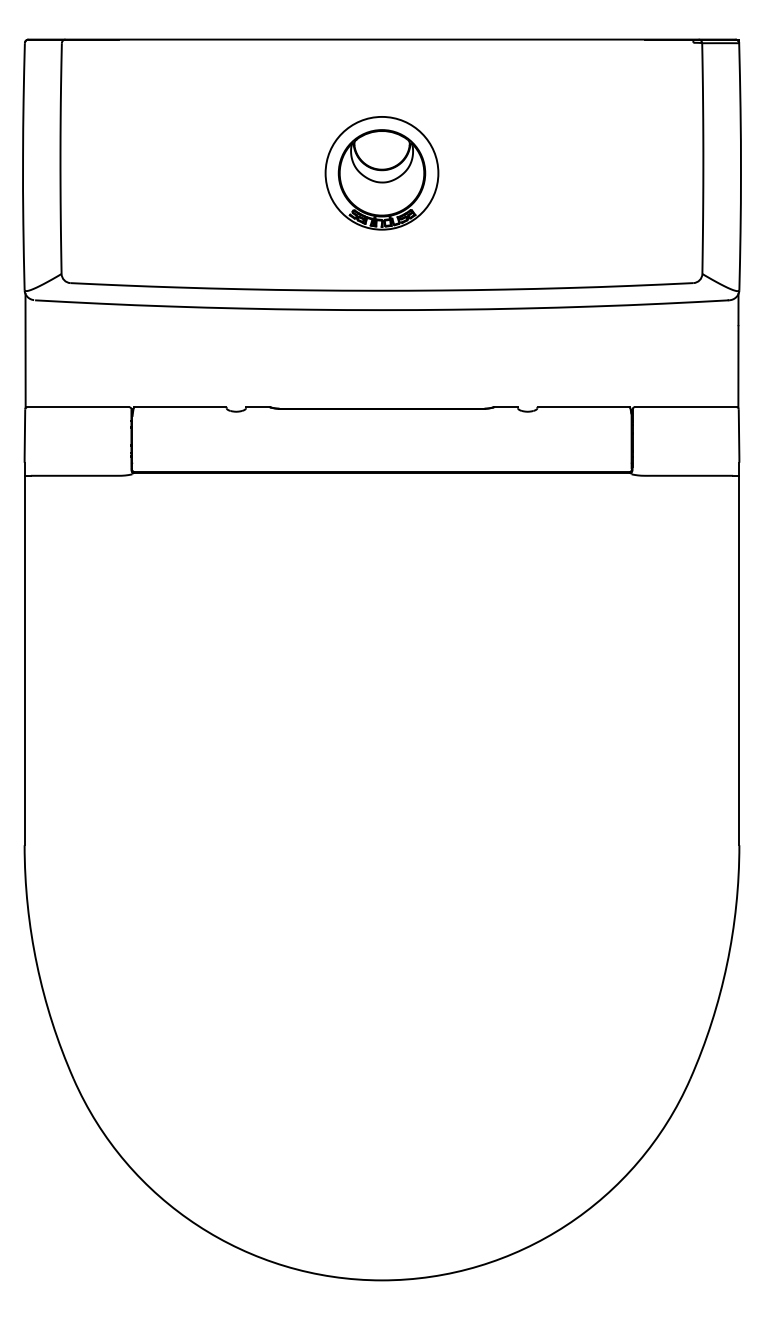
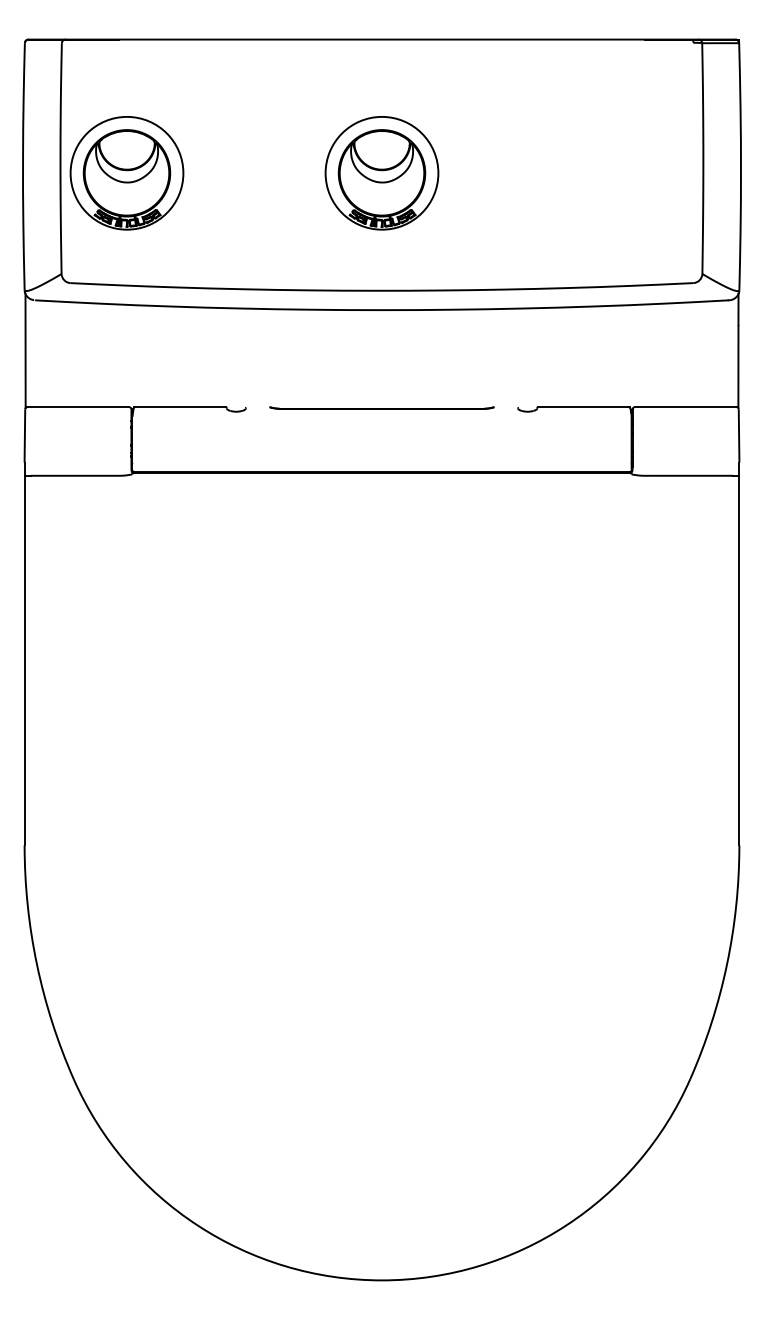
part at (126, 173): none -> present
line at (258, 407): present -> none
line at (505, 407): present -> none
